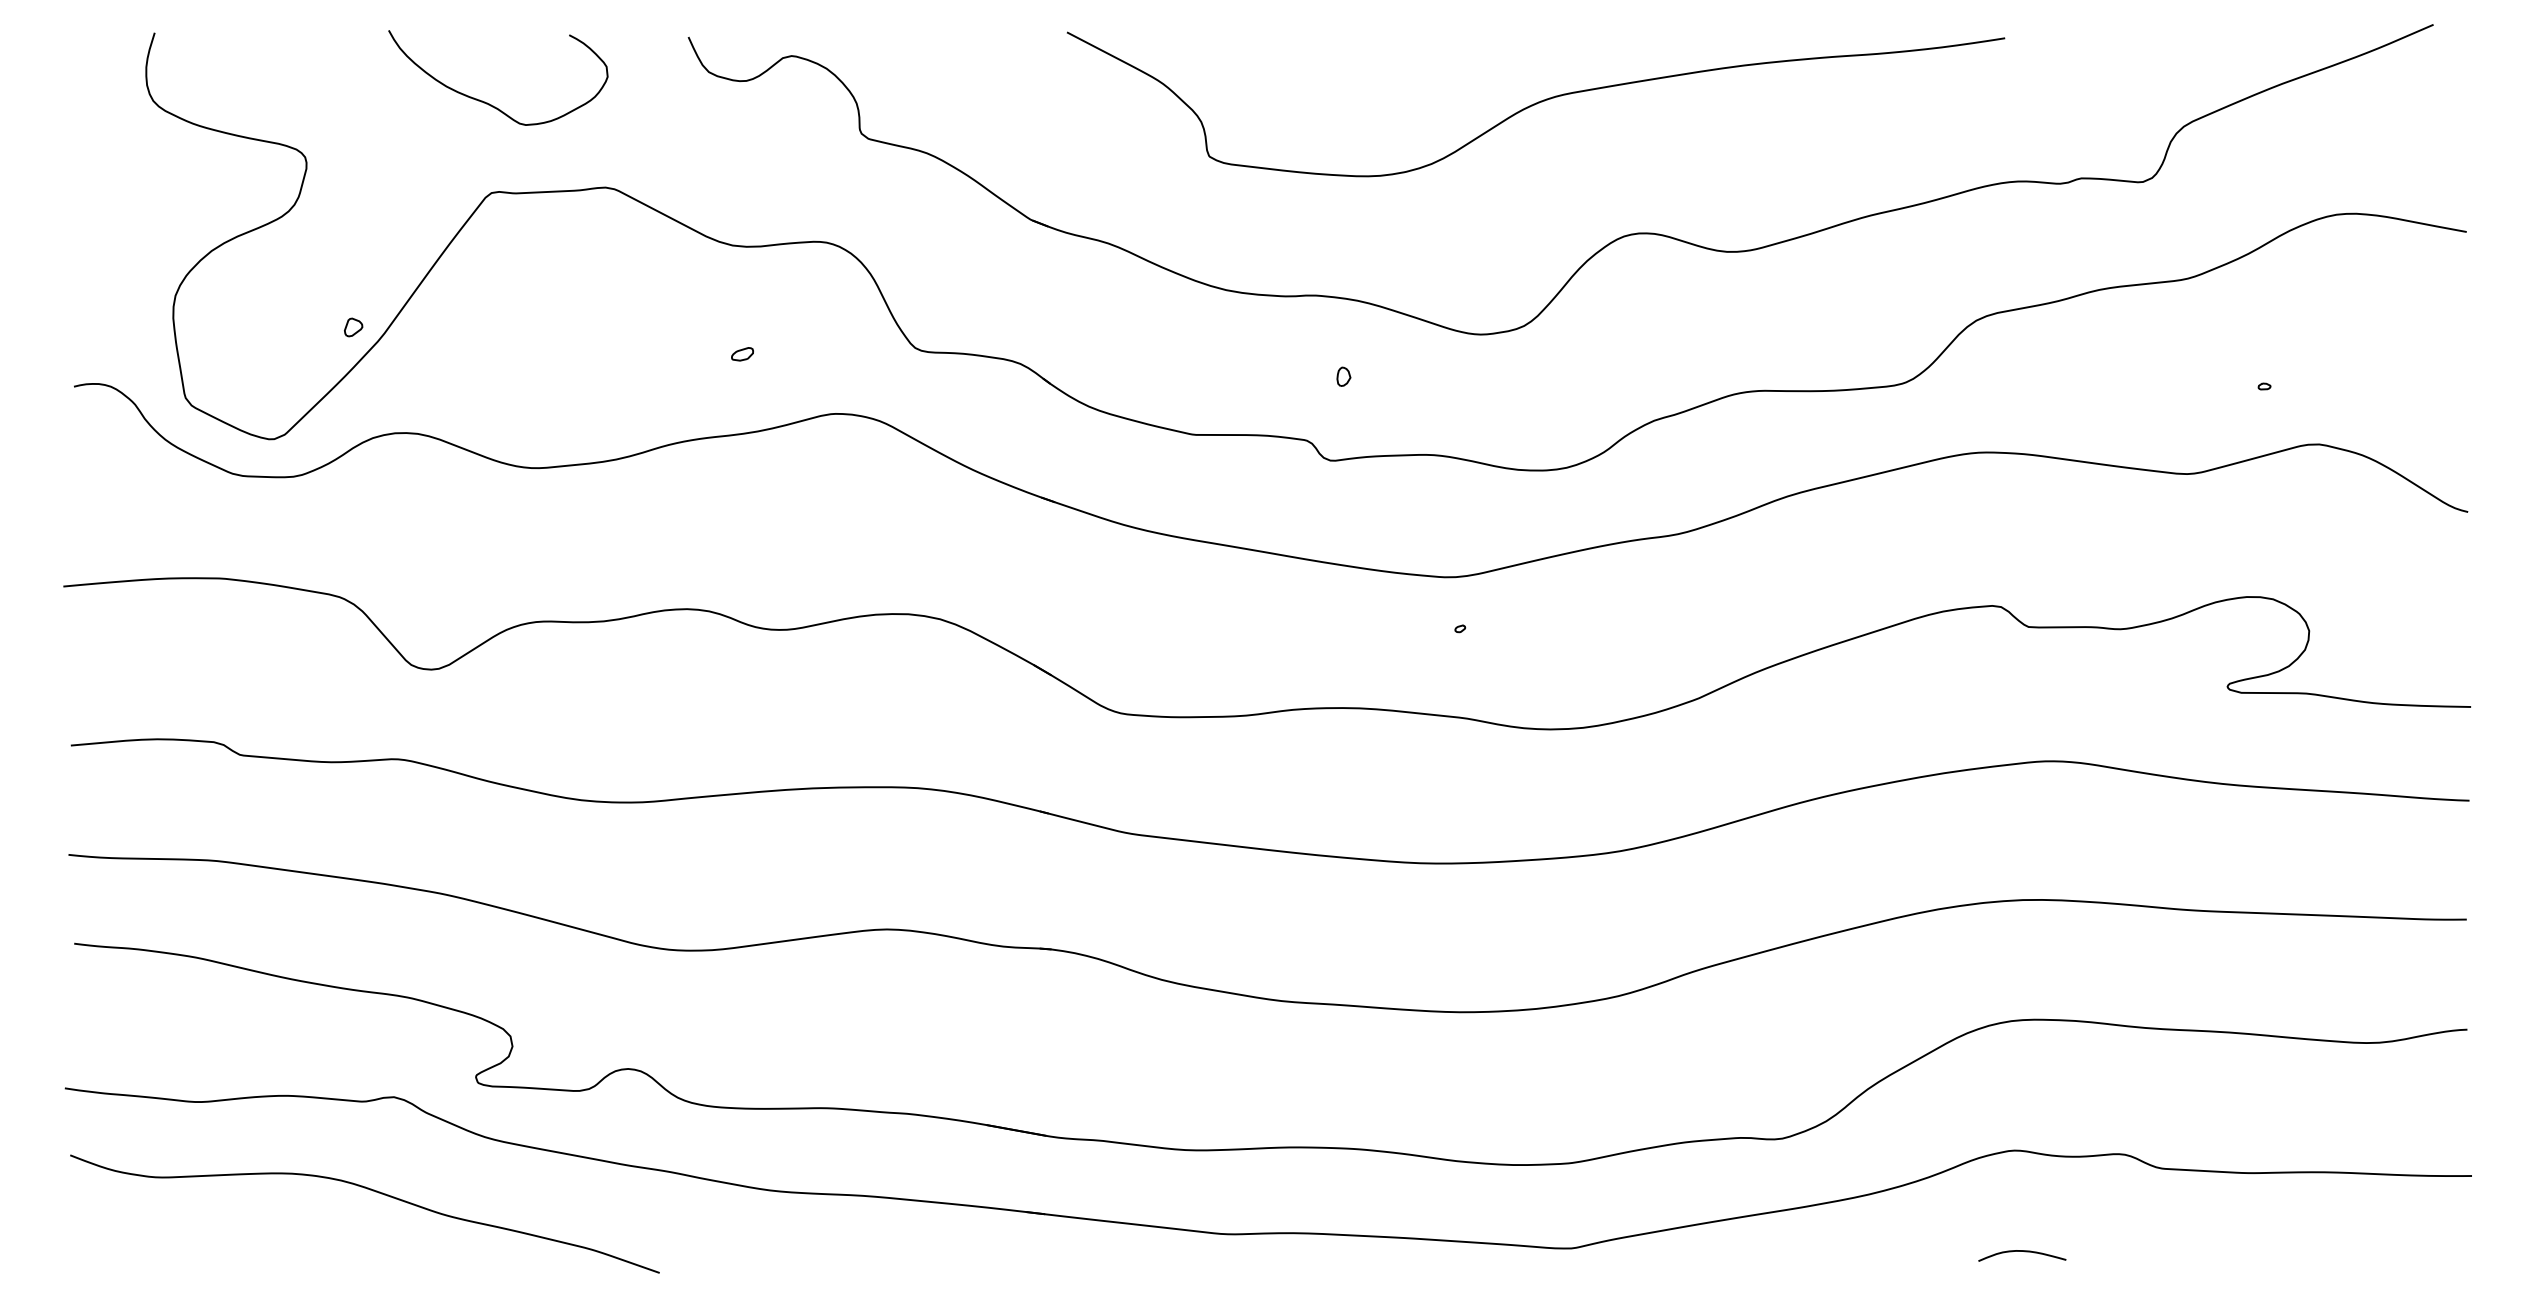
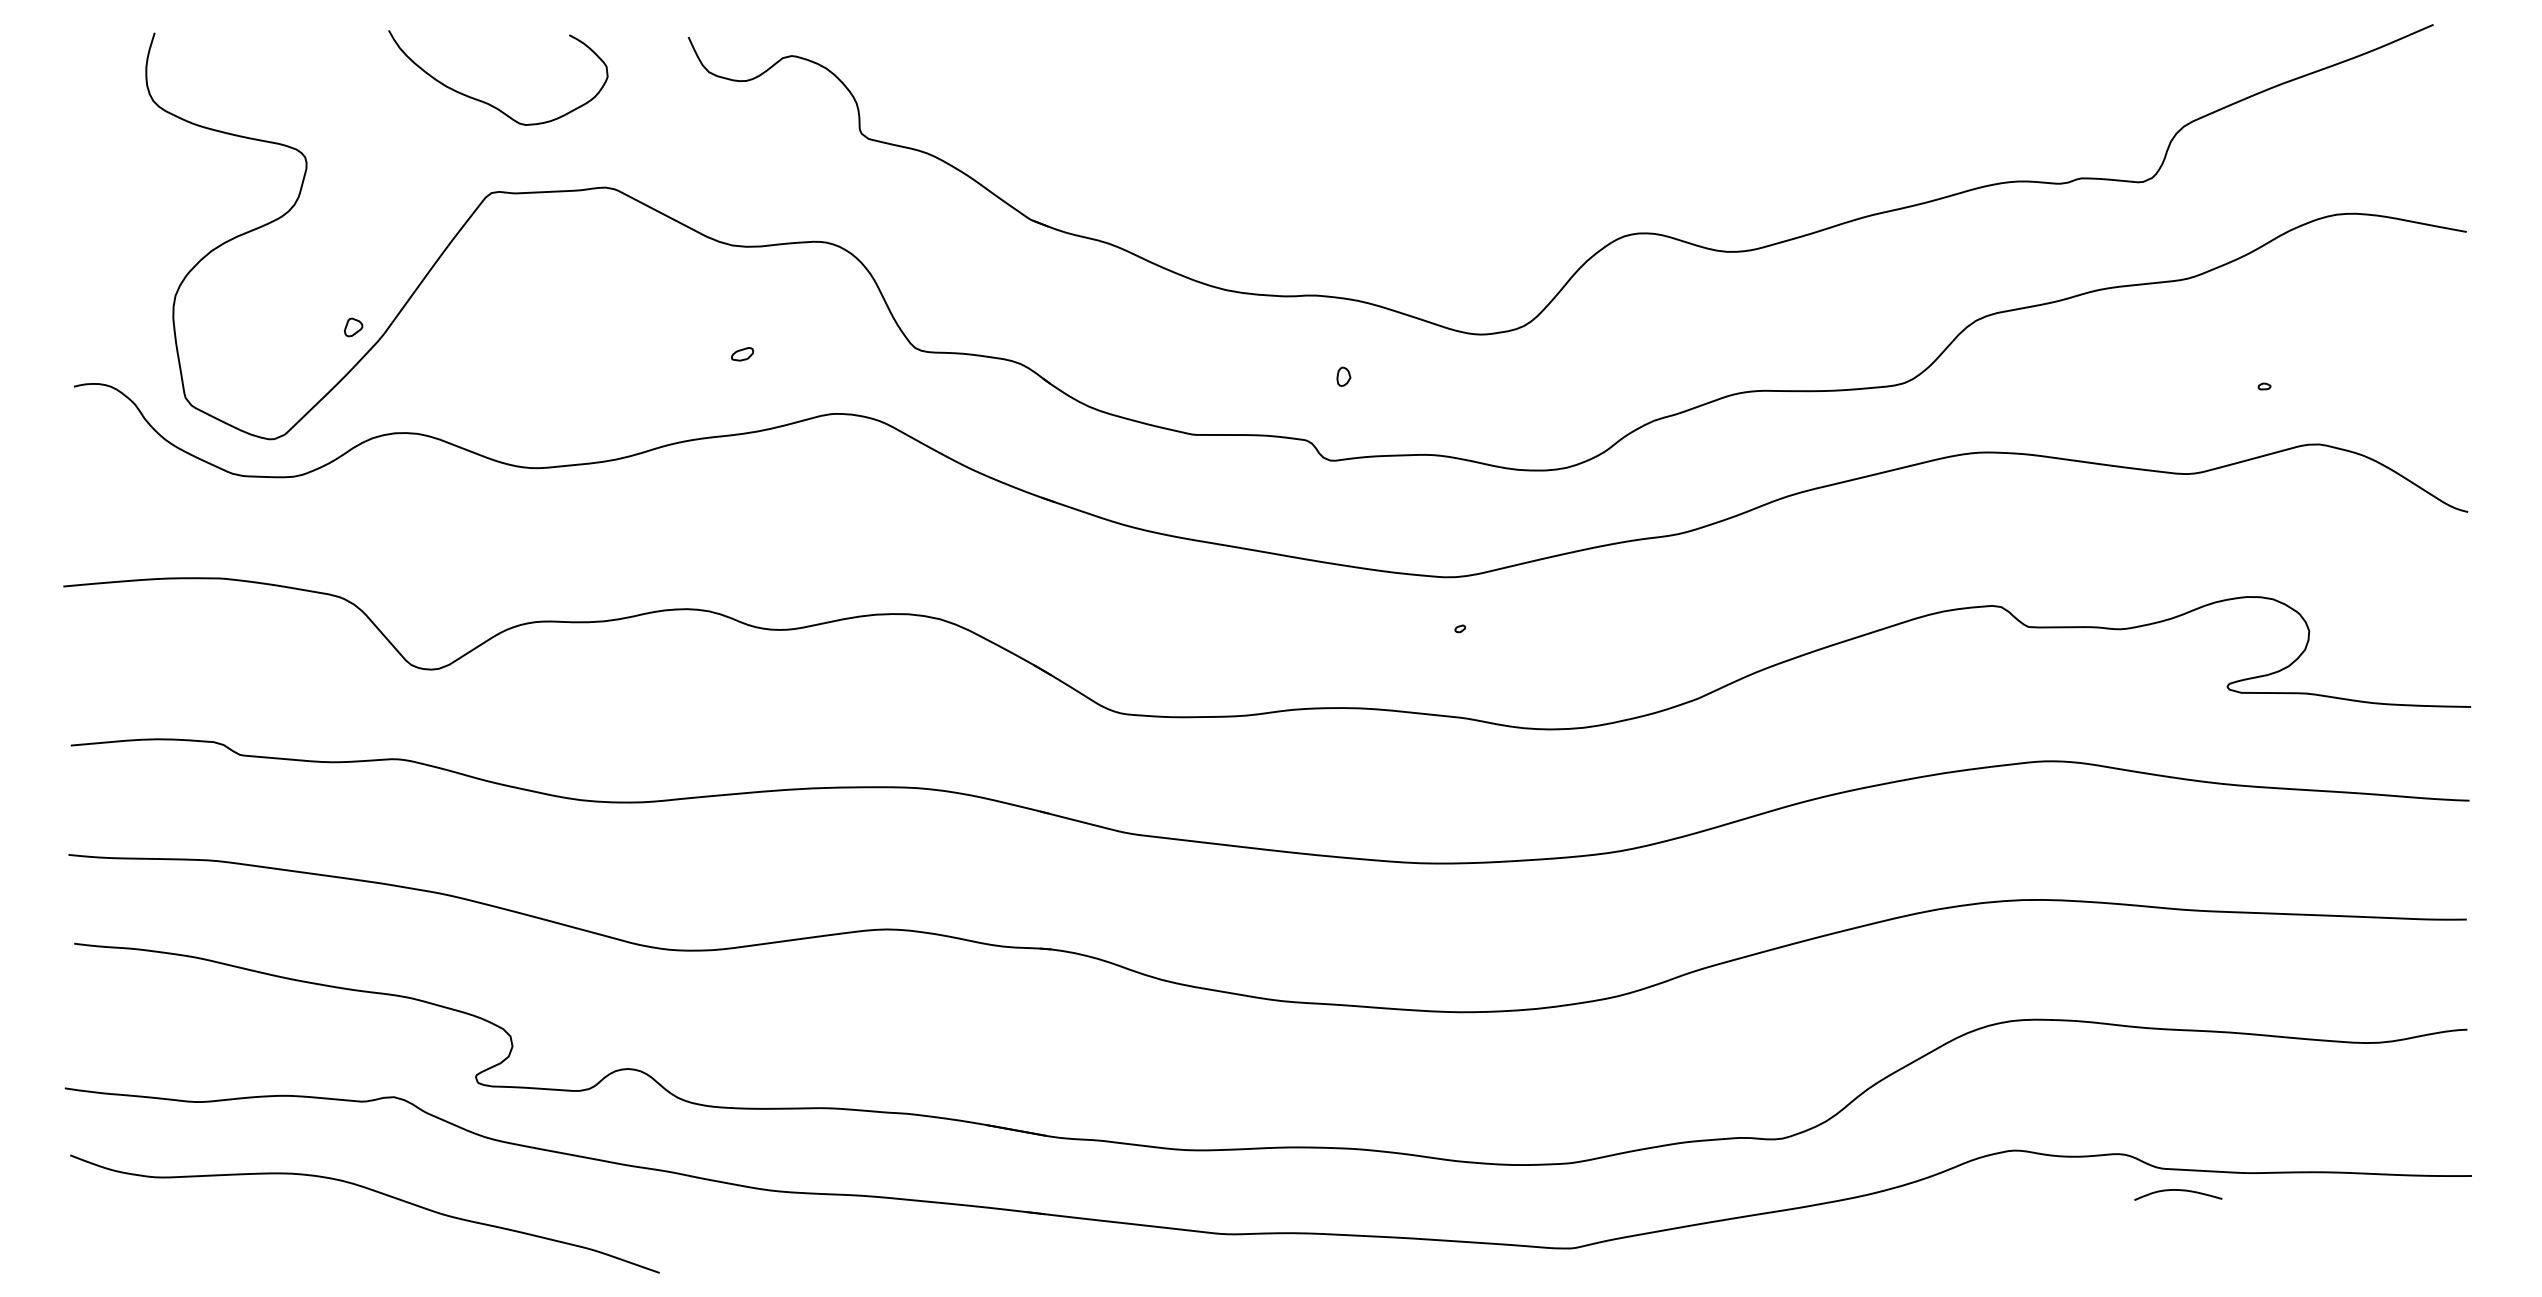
curve at (1535, 104): present -> none
curve at (2024, 1252) position: (2024, 1252) -> (2180, 1191)
